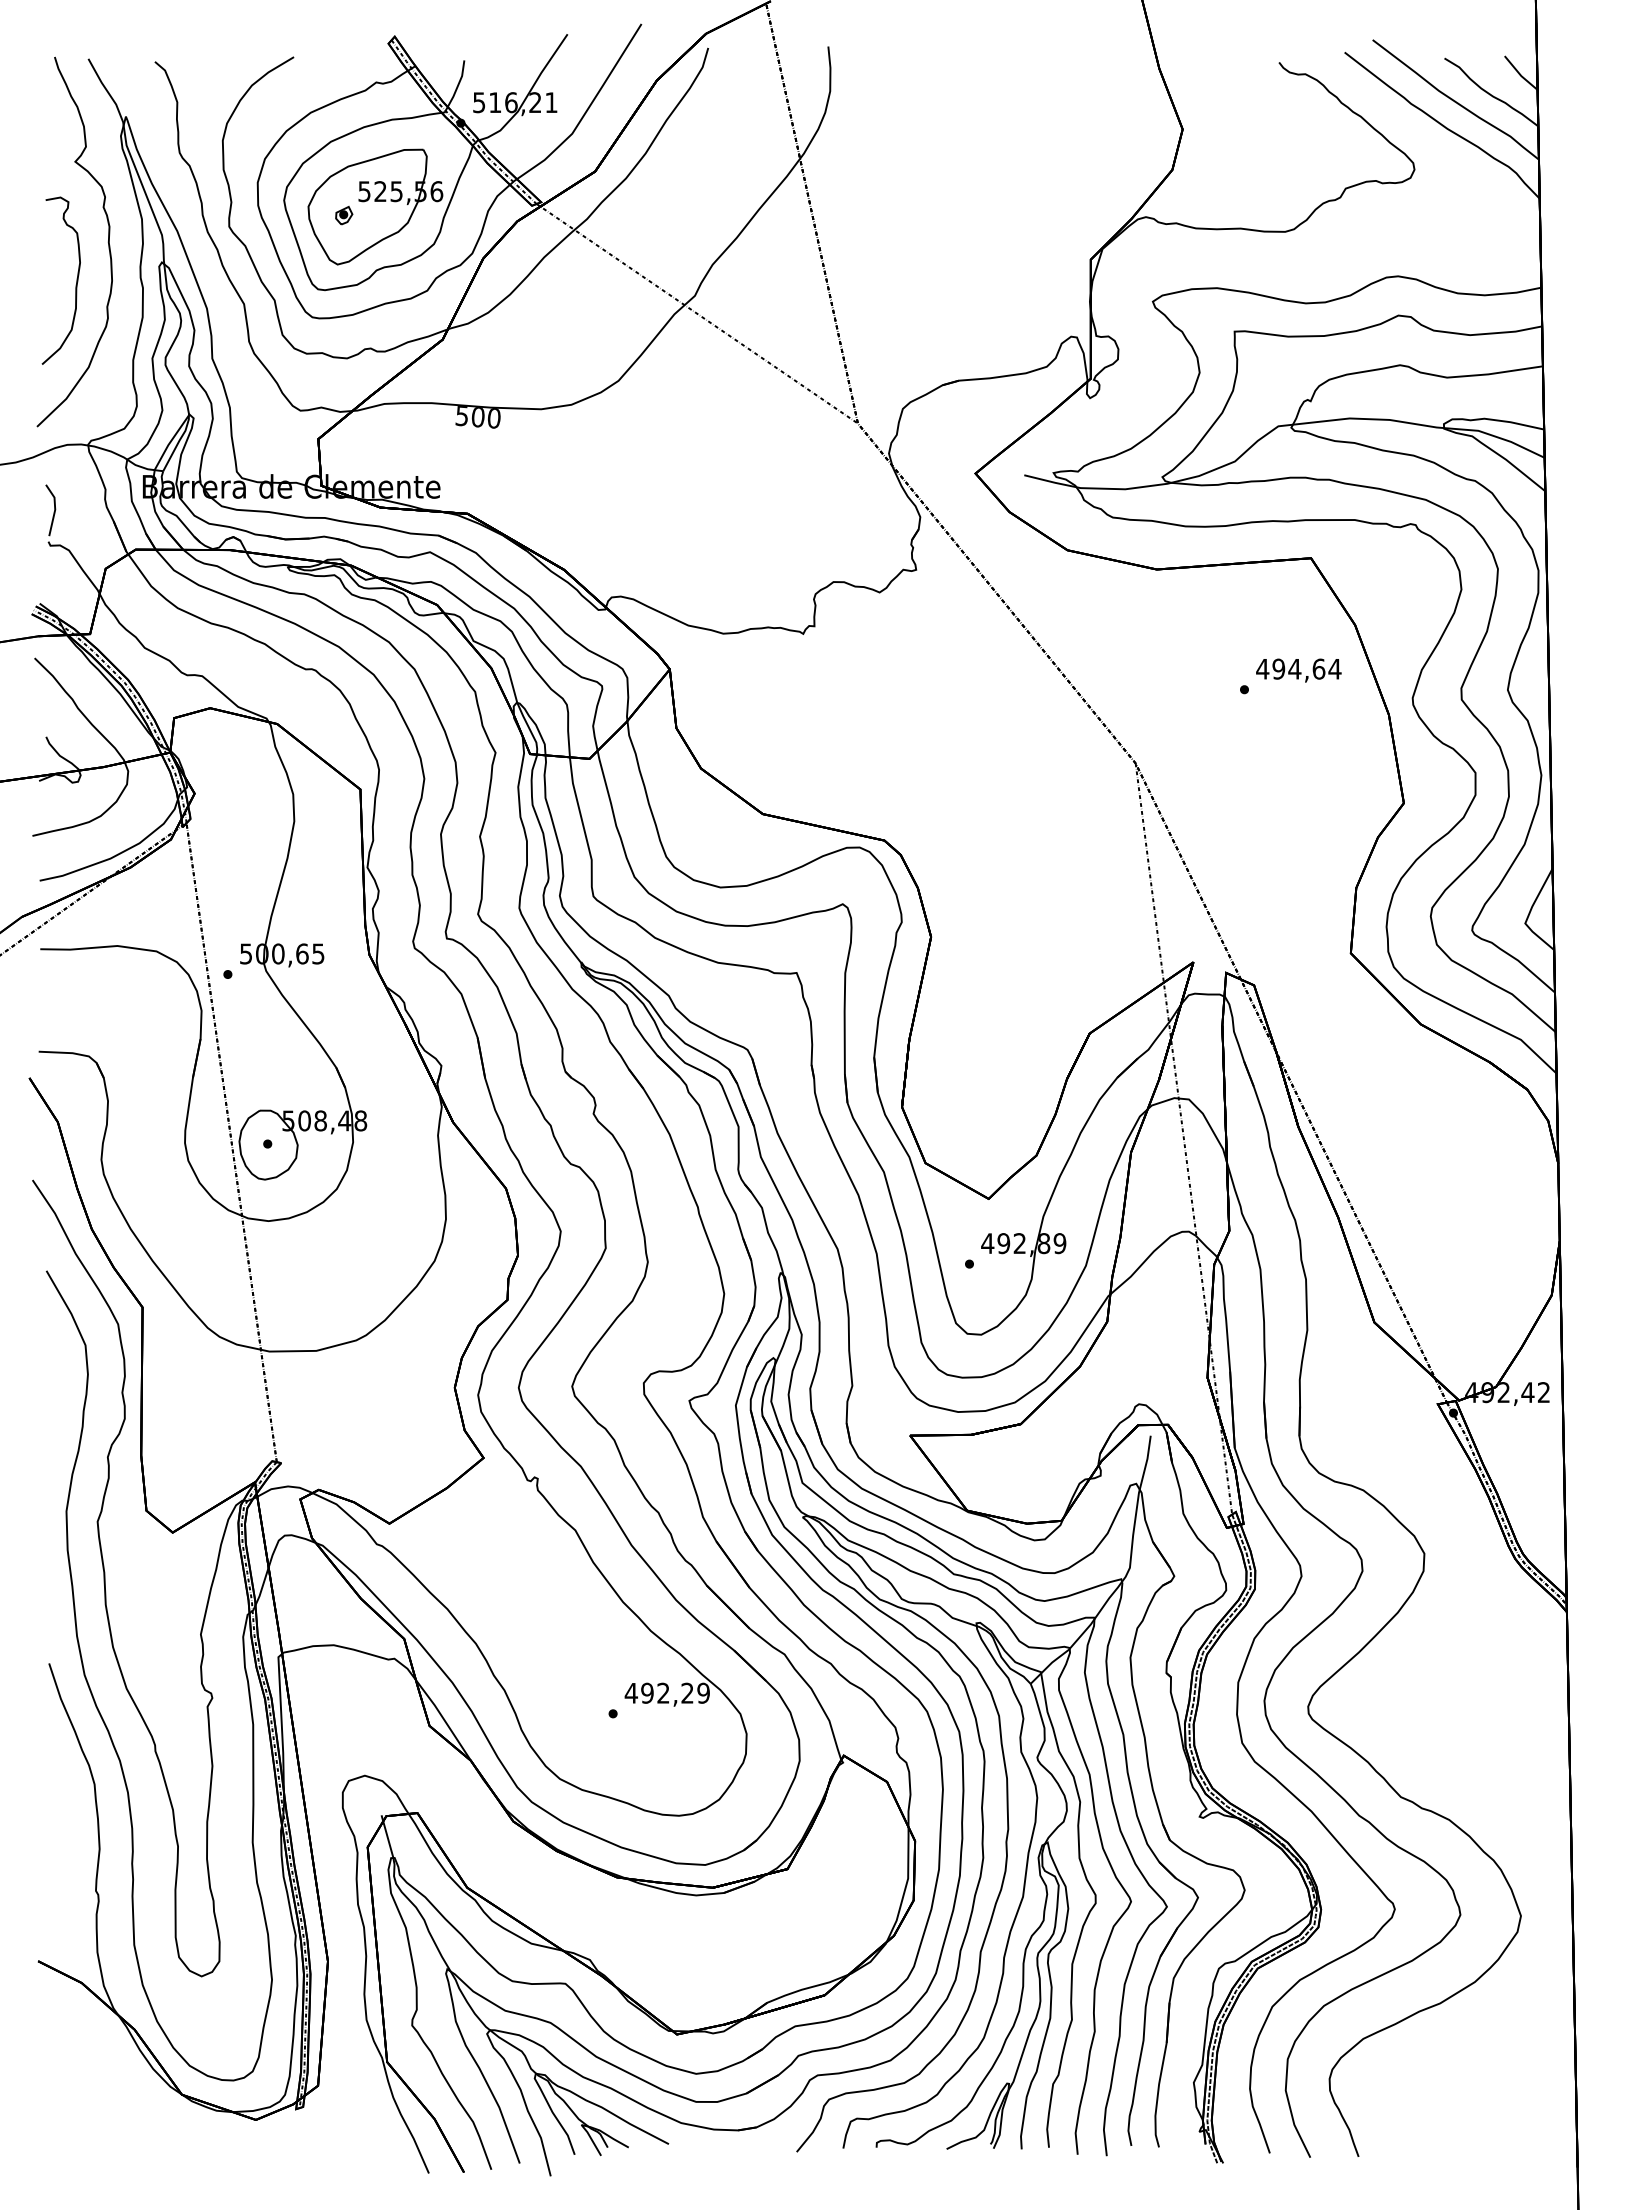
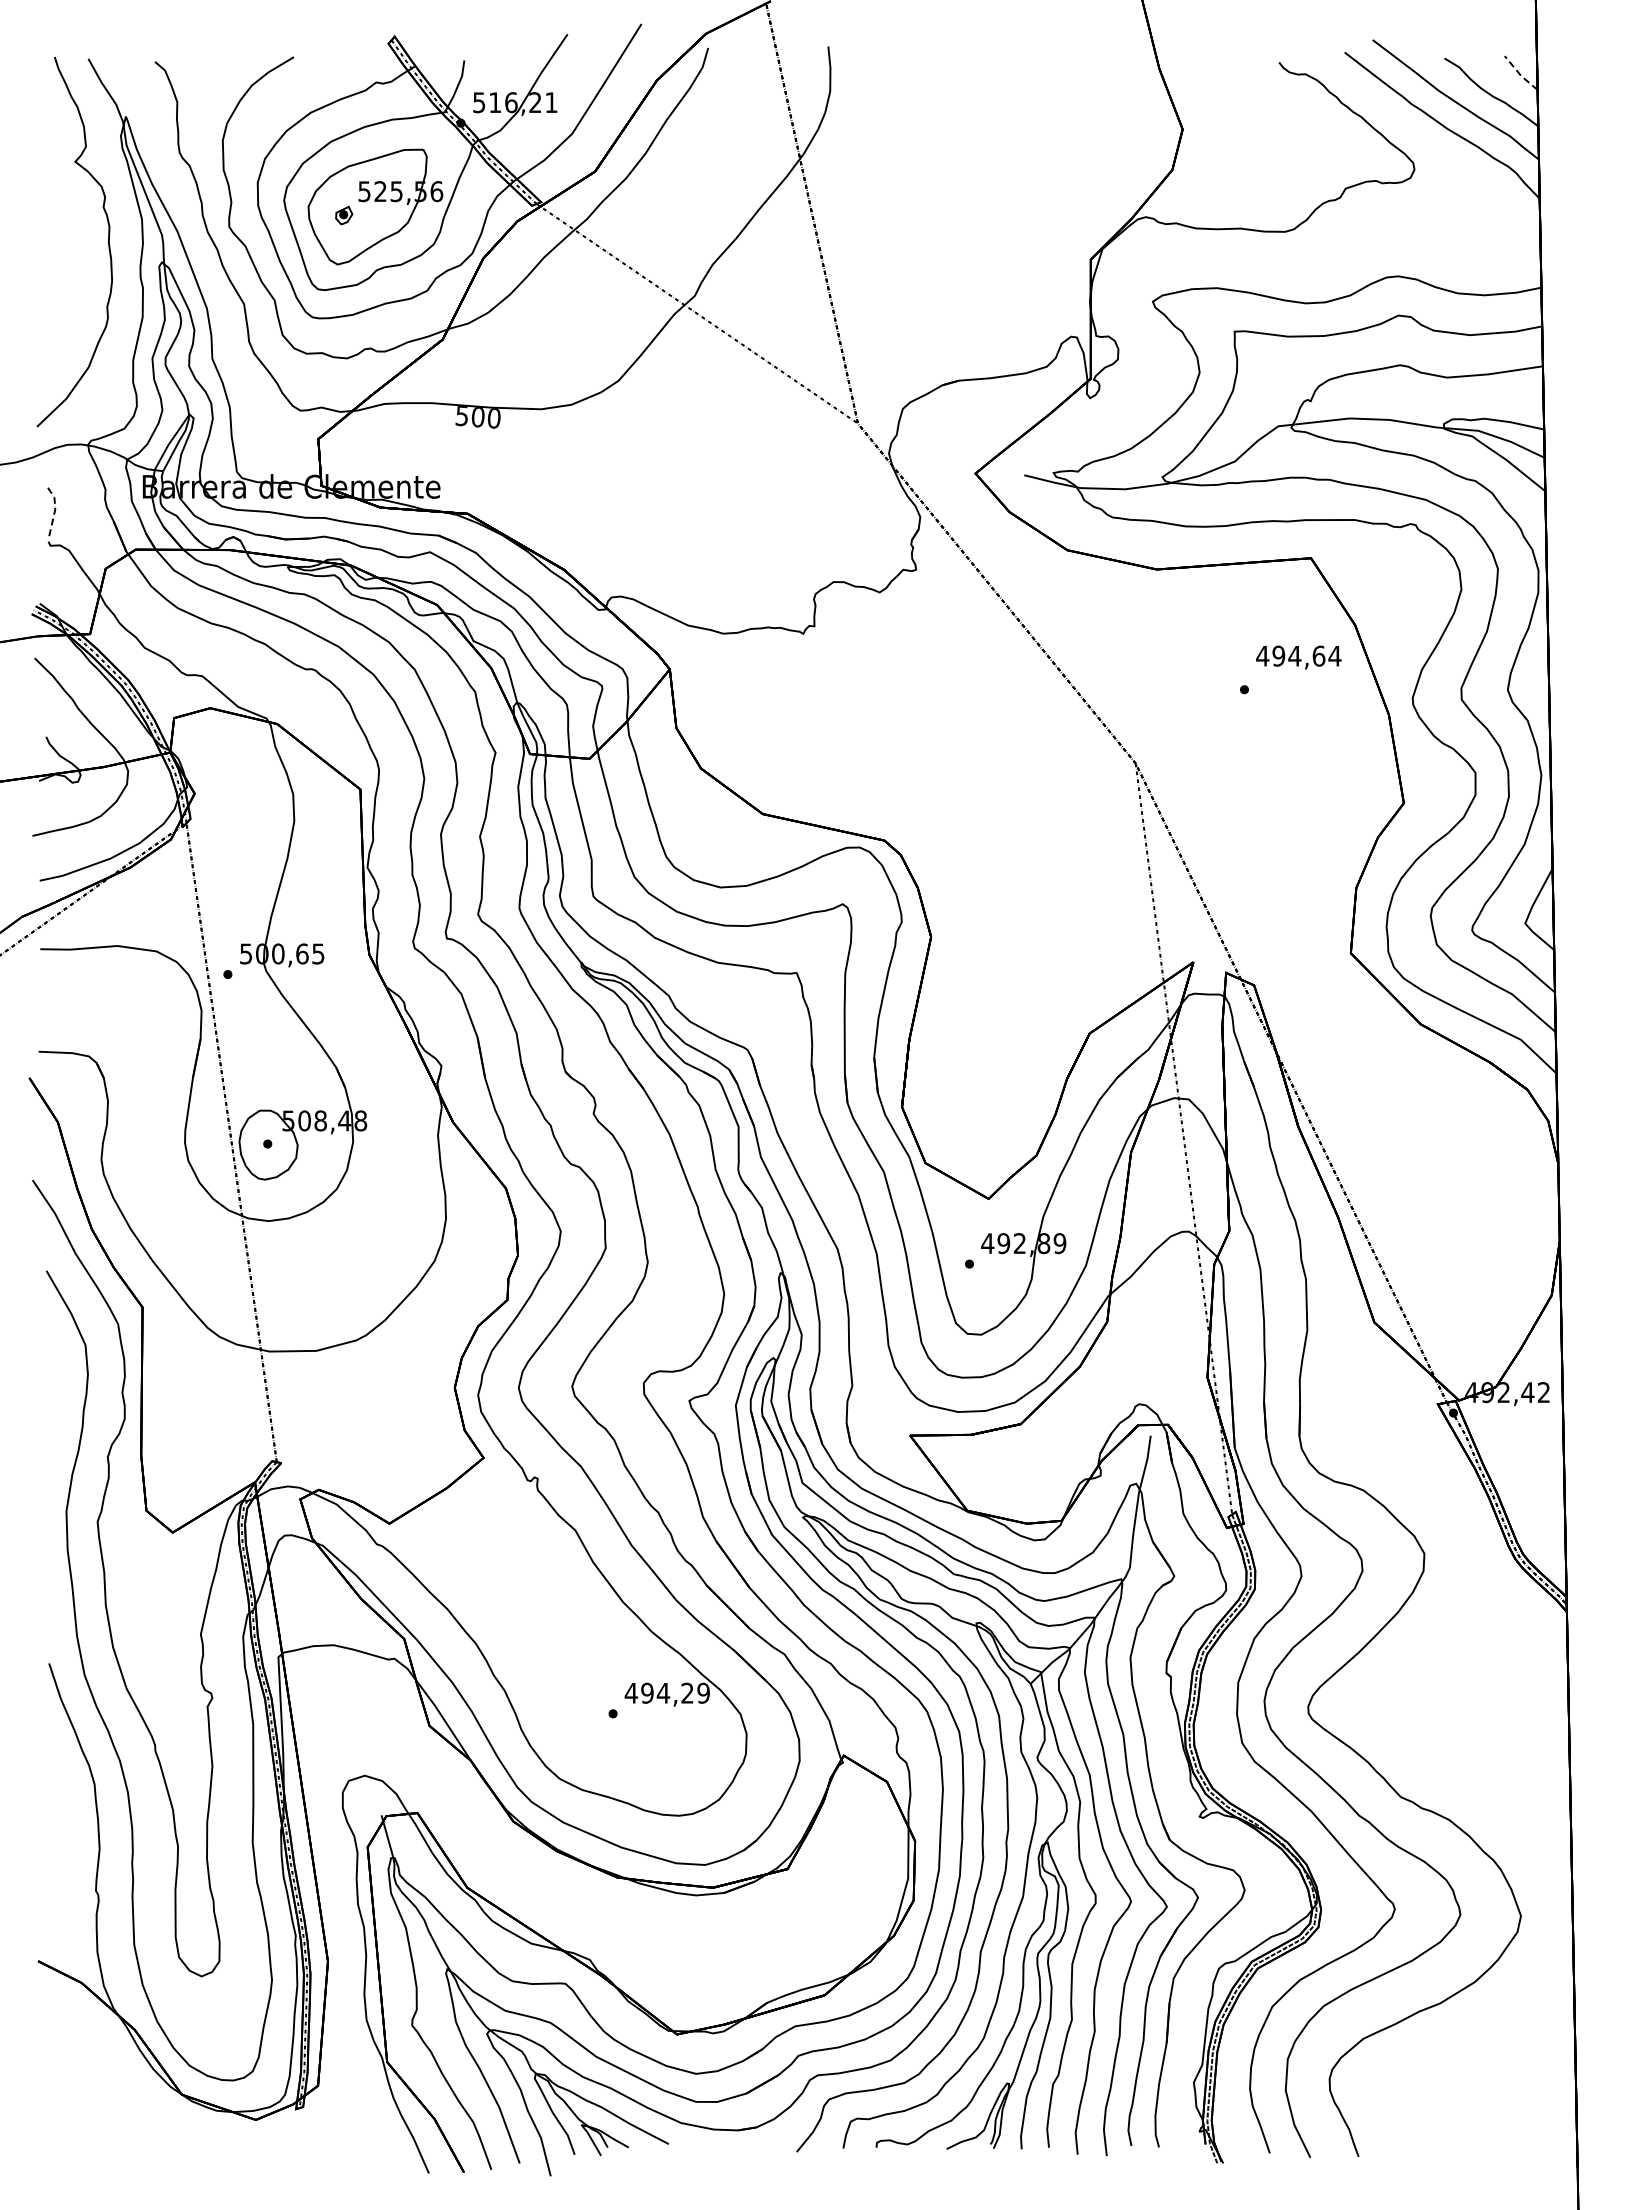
line at (1520, 74): solid -> dashed
curve at (75, 285): present -> none
line at (55, 508): solid -> dashed
text at (1298, 670) position: (1298, 670) -> (1298, 657)
text at (663, 1692): 492,29 -> 494,29
